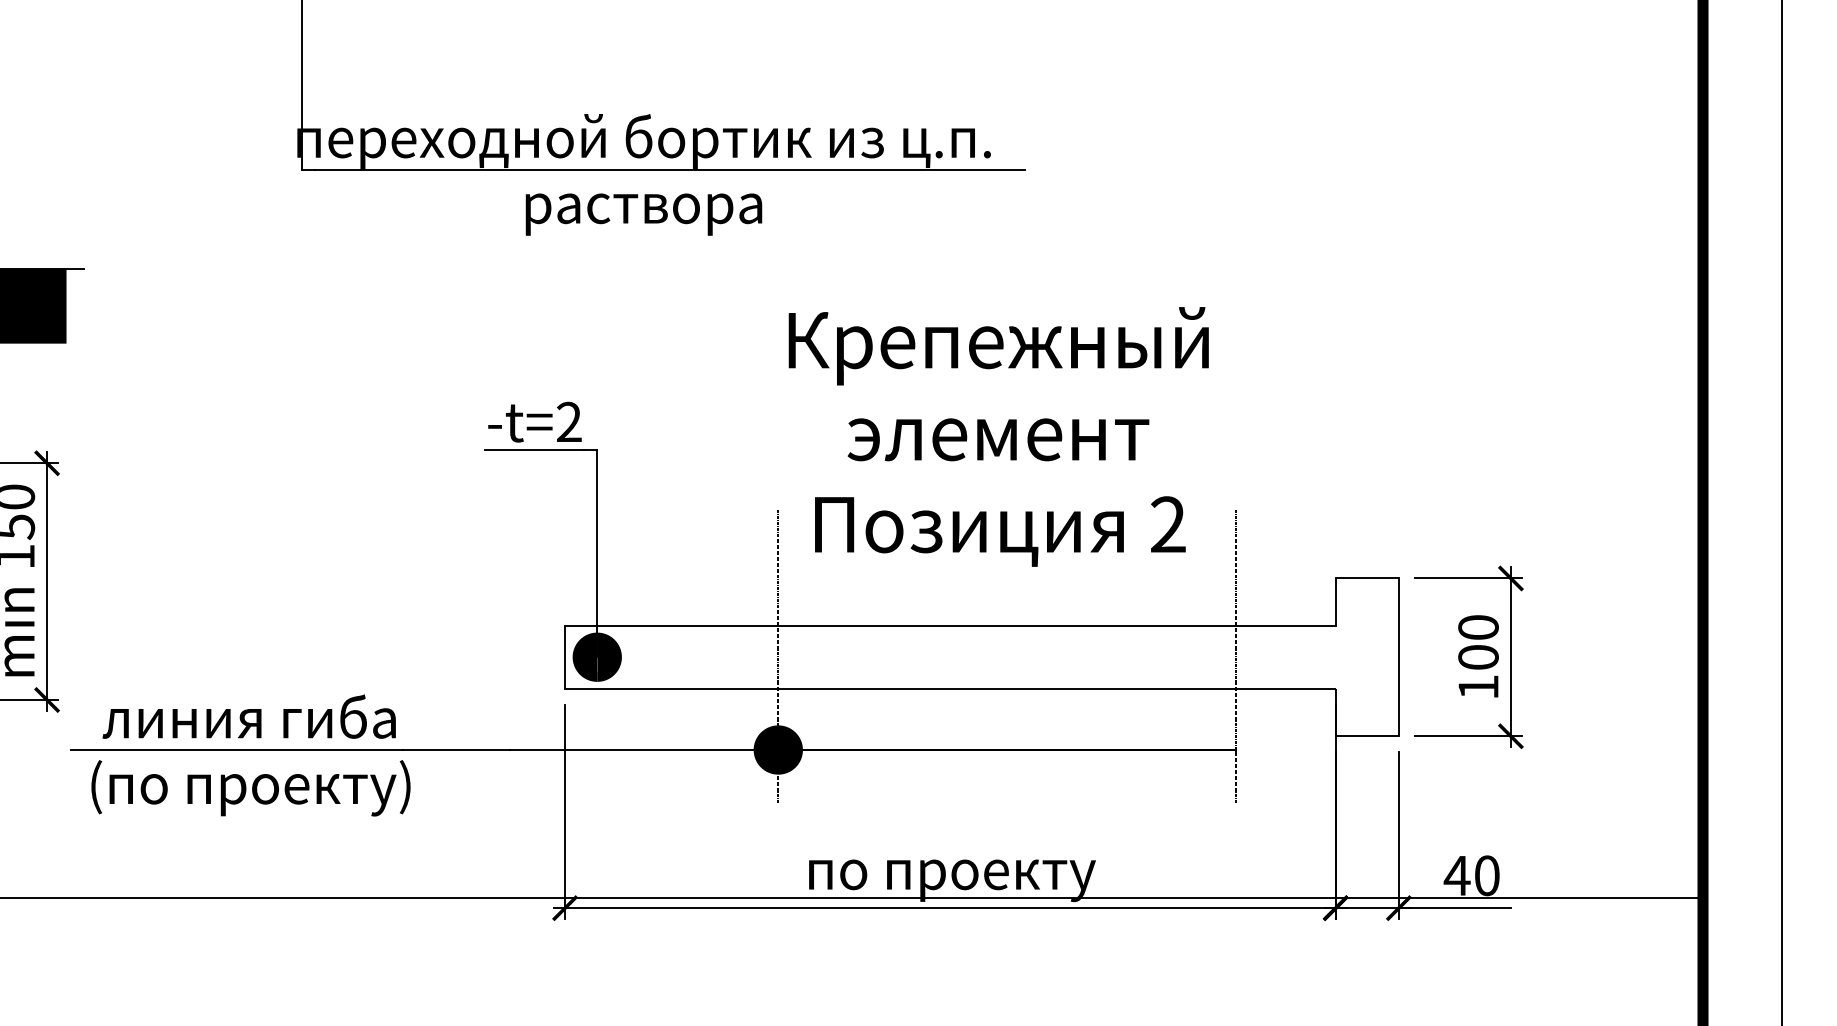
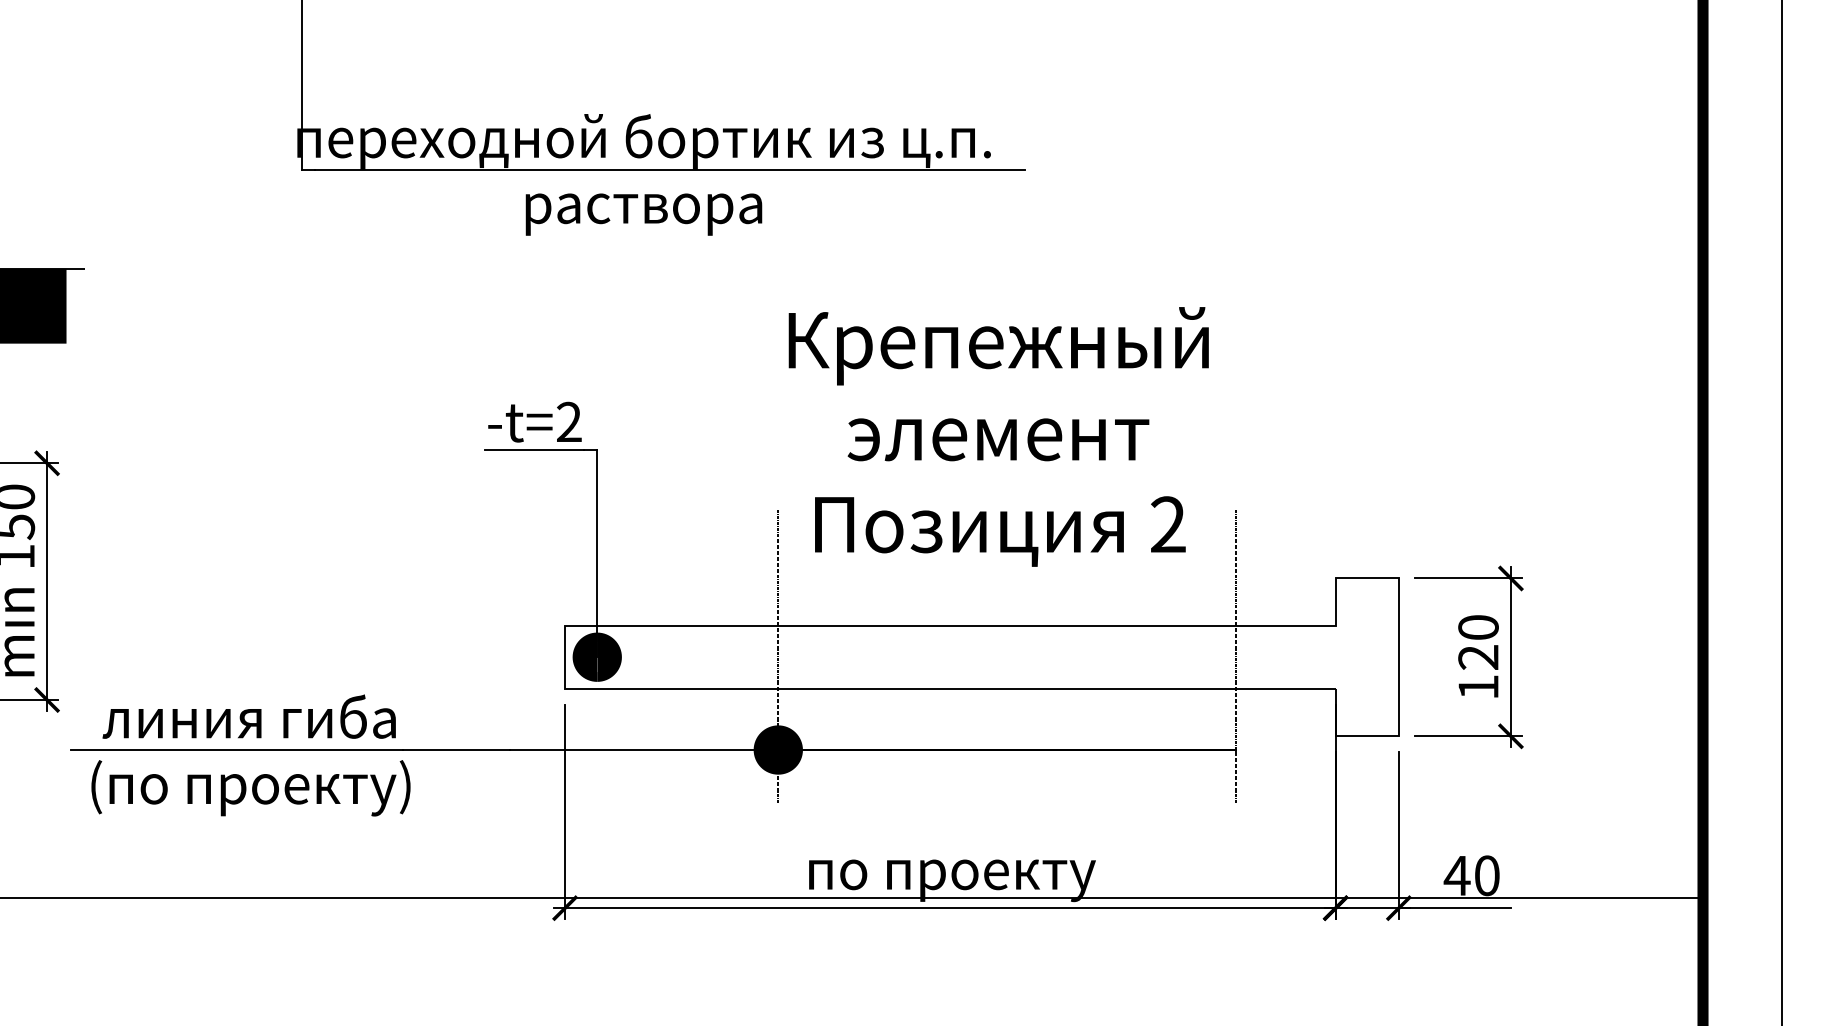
text at (1478, 657): 100 -> 120
